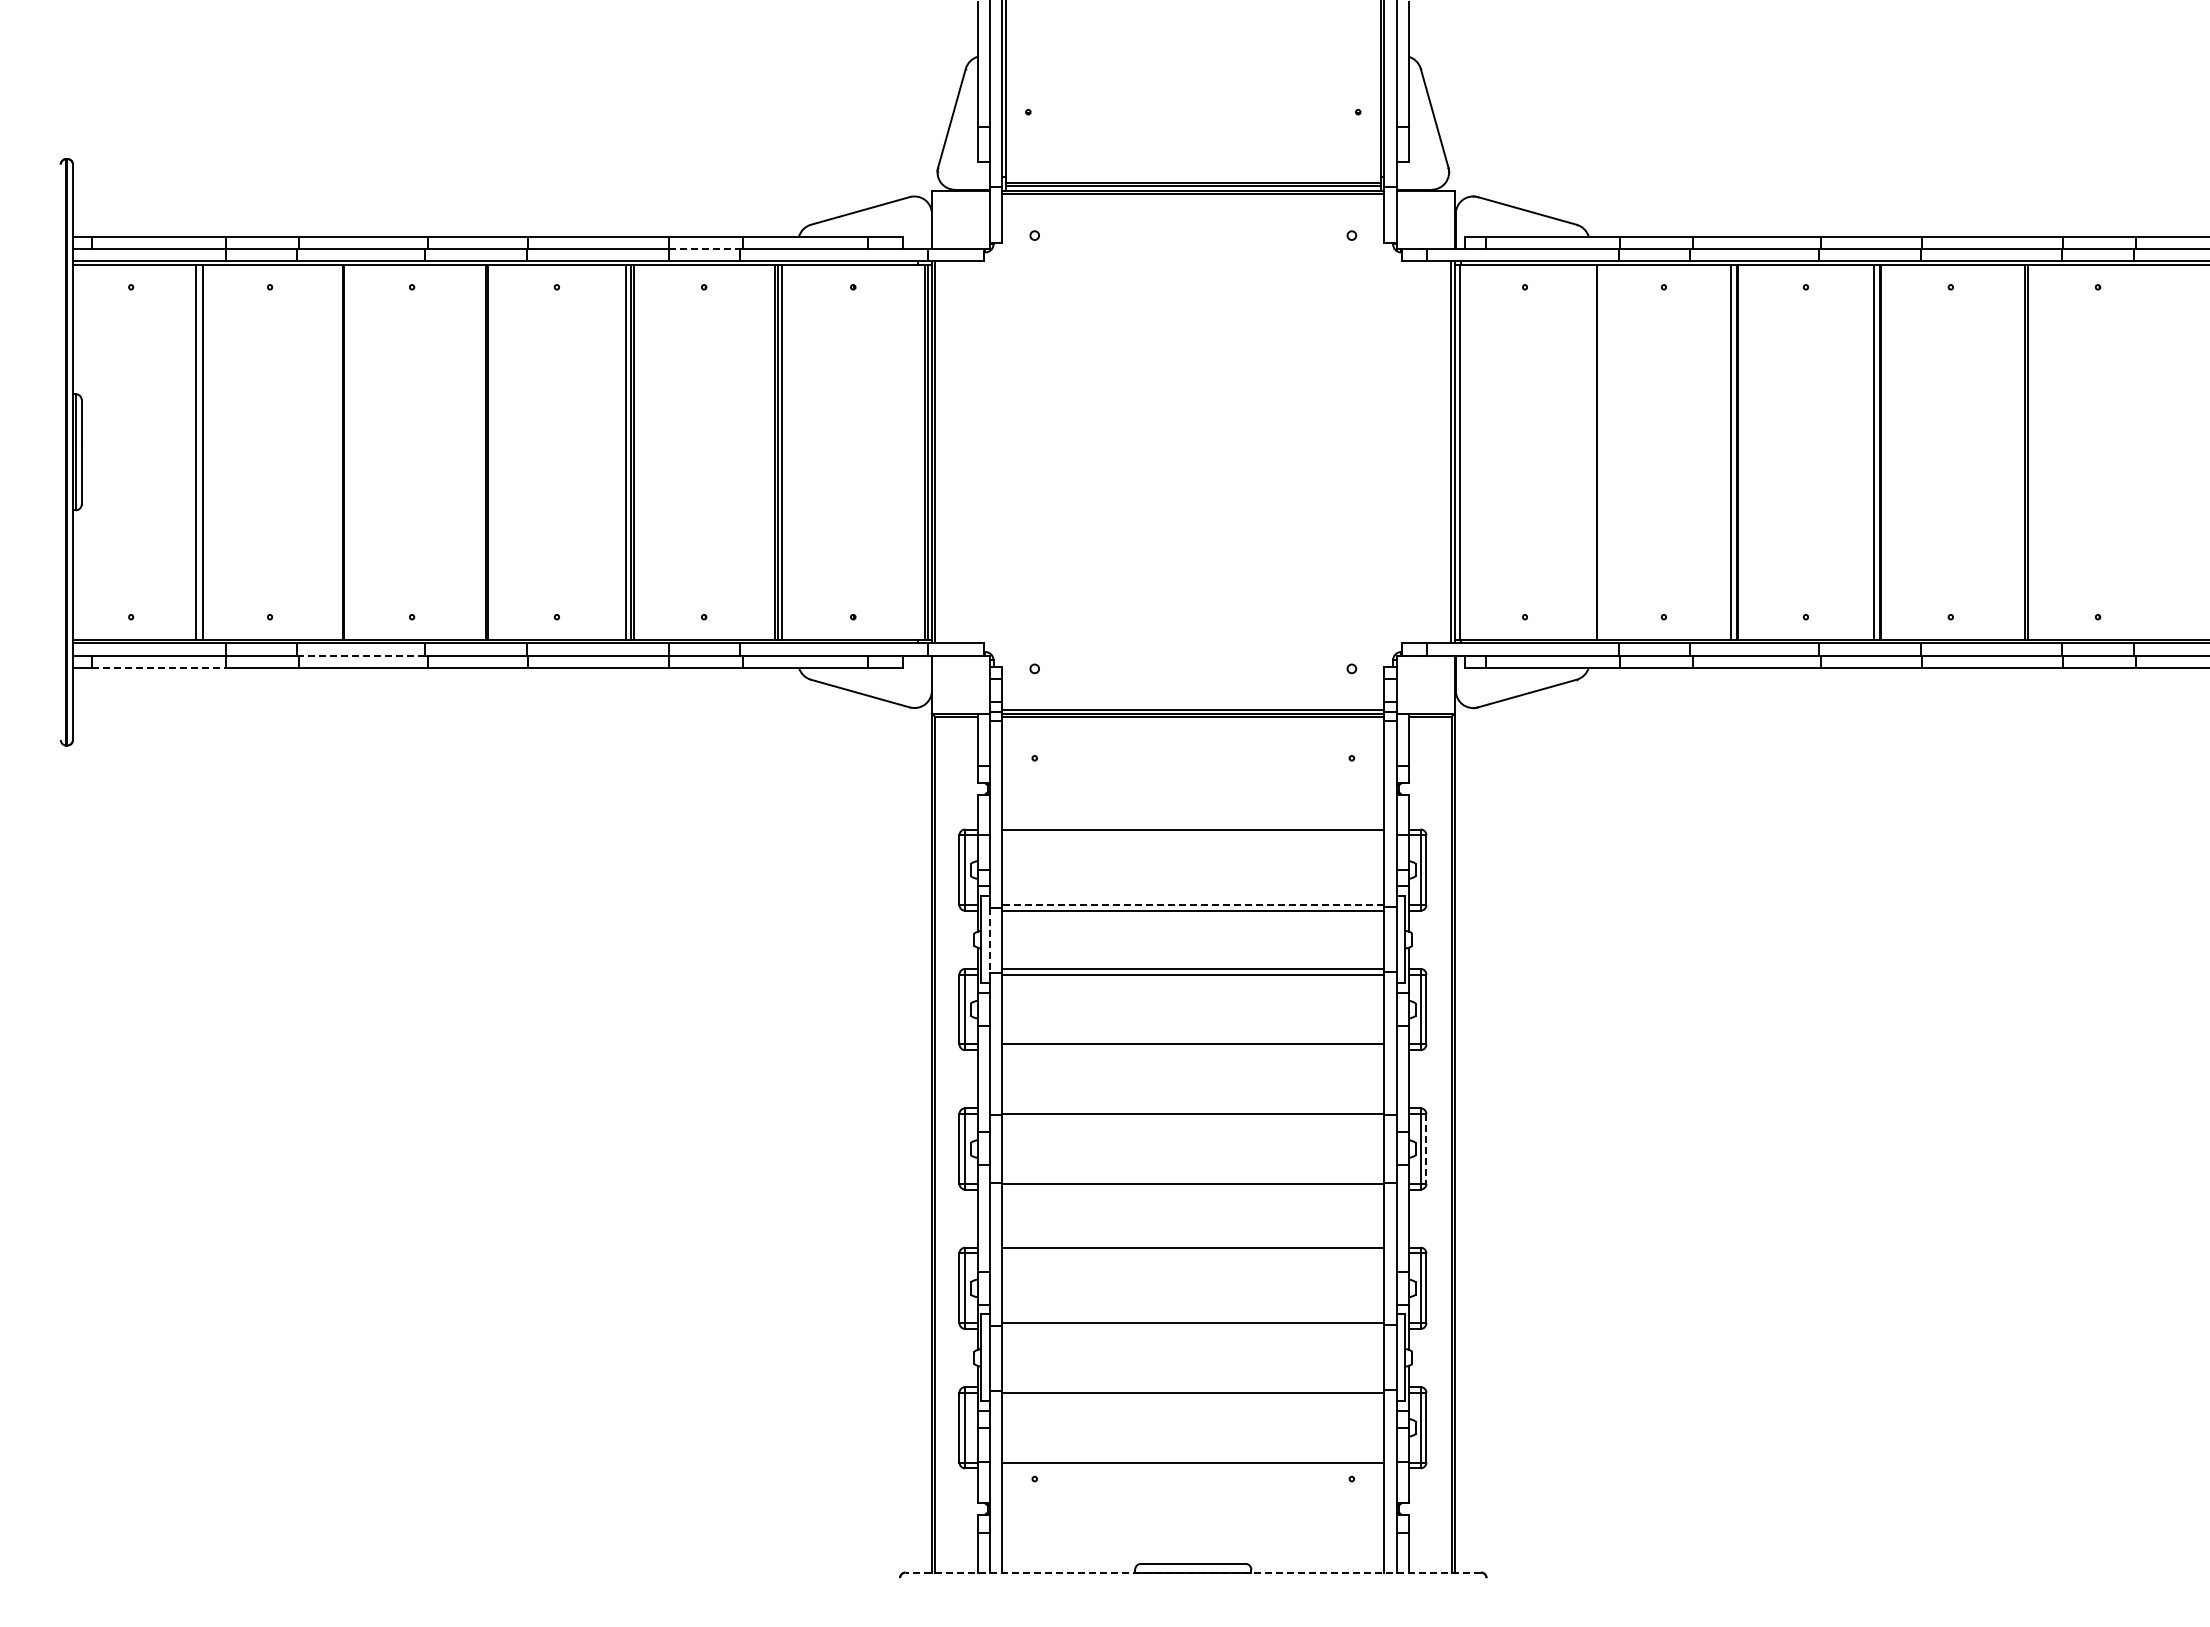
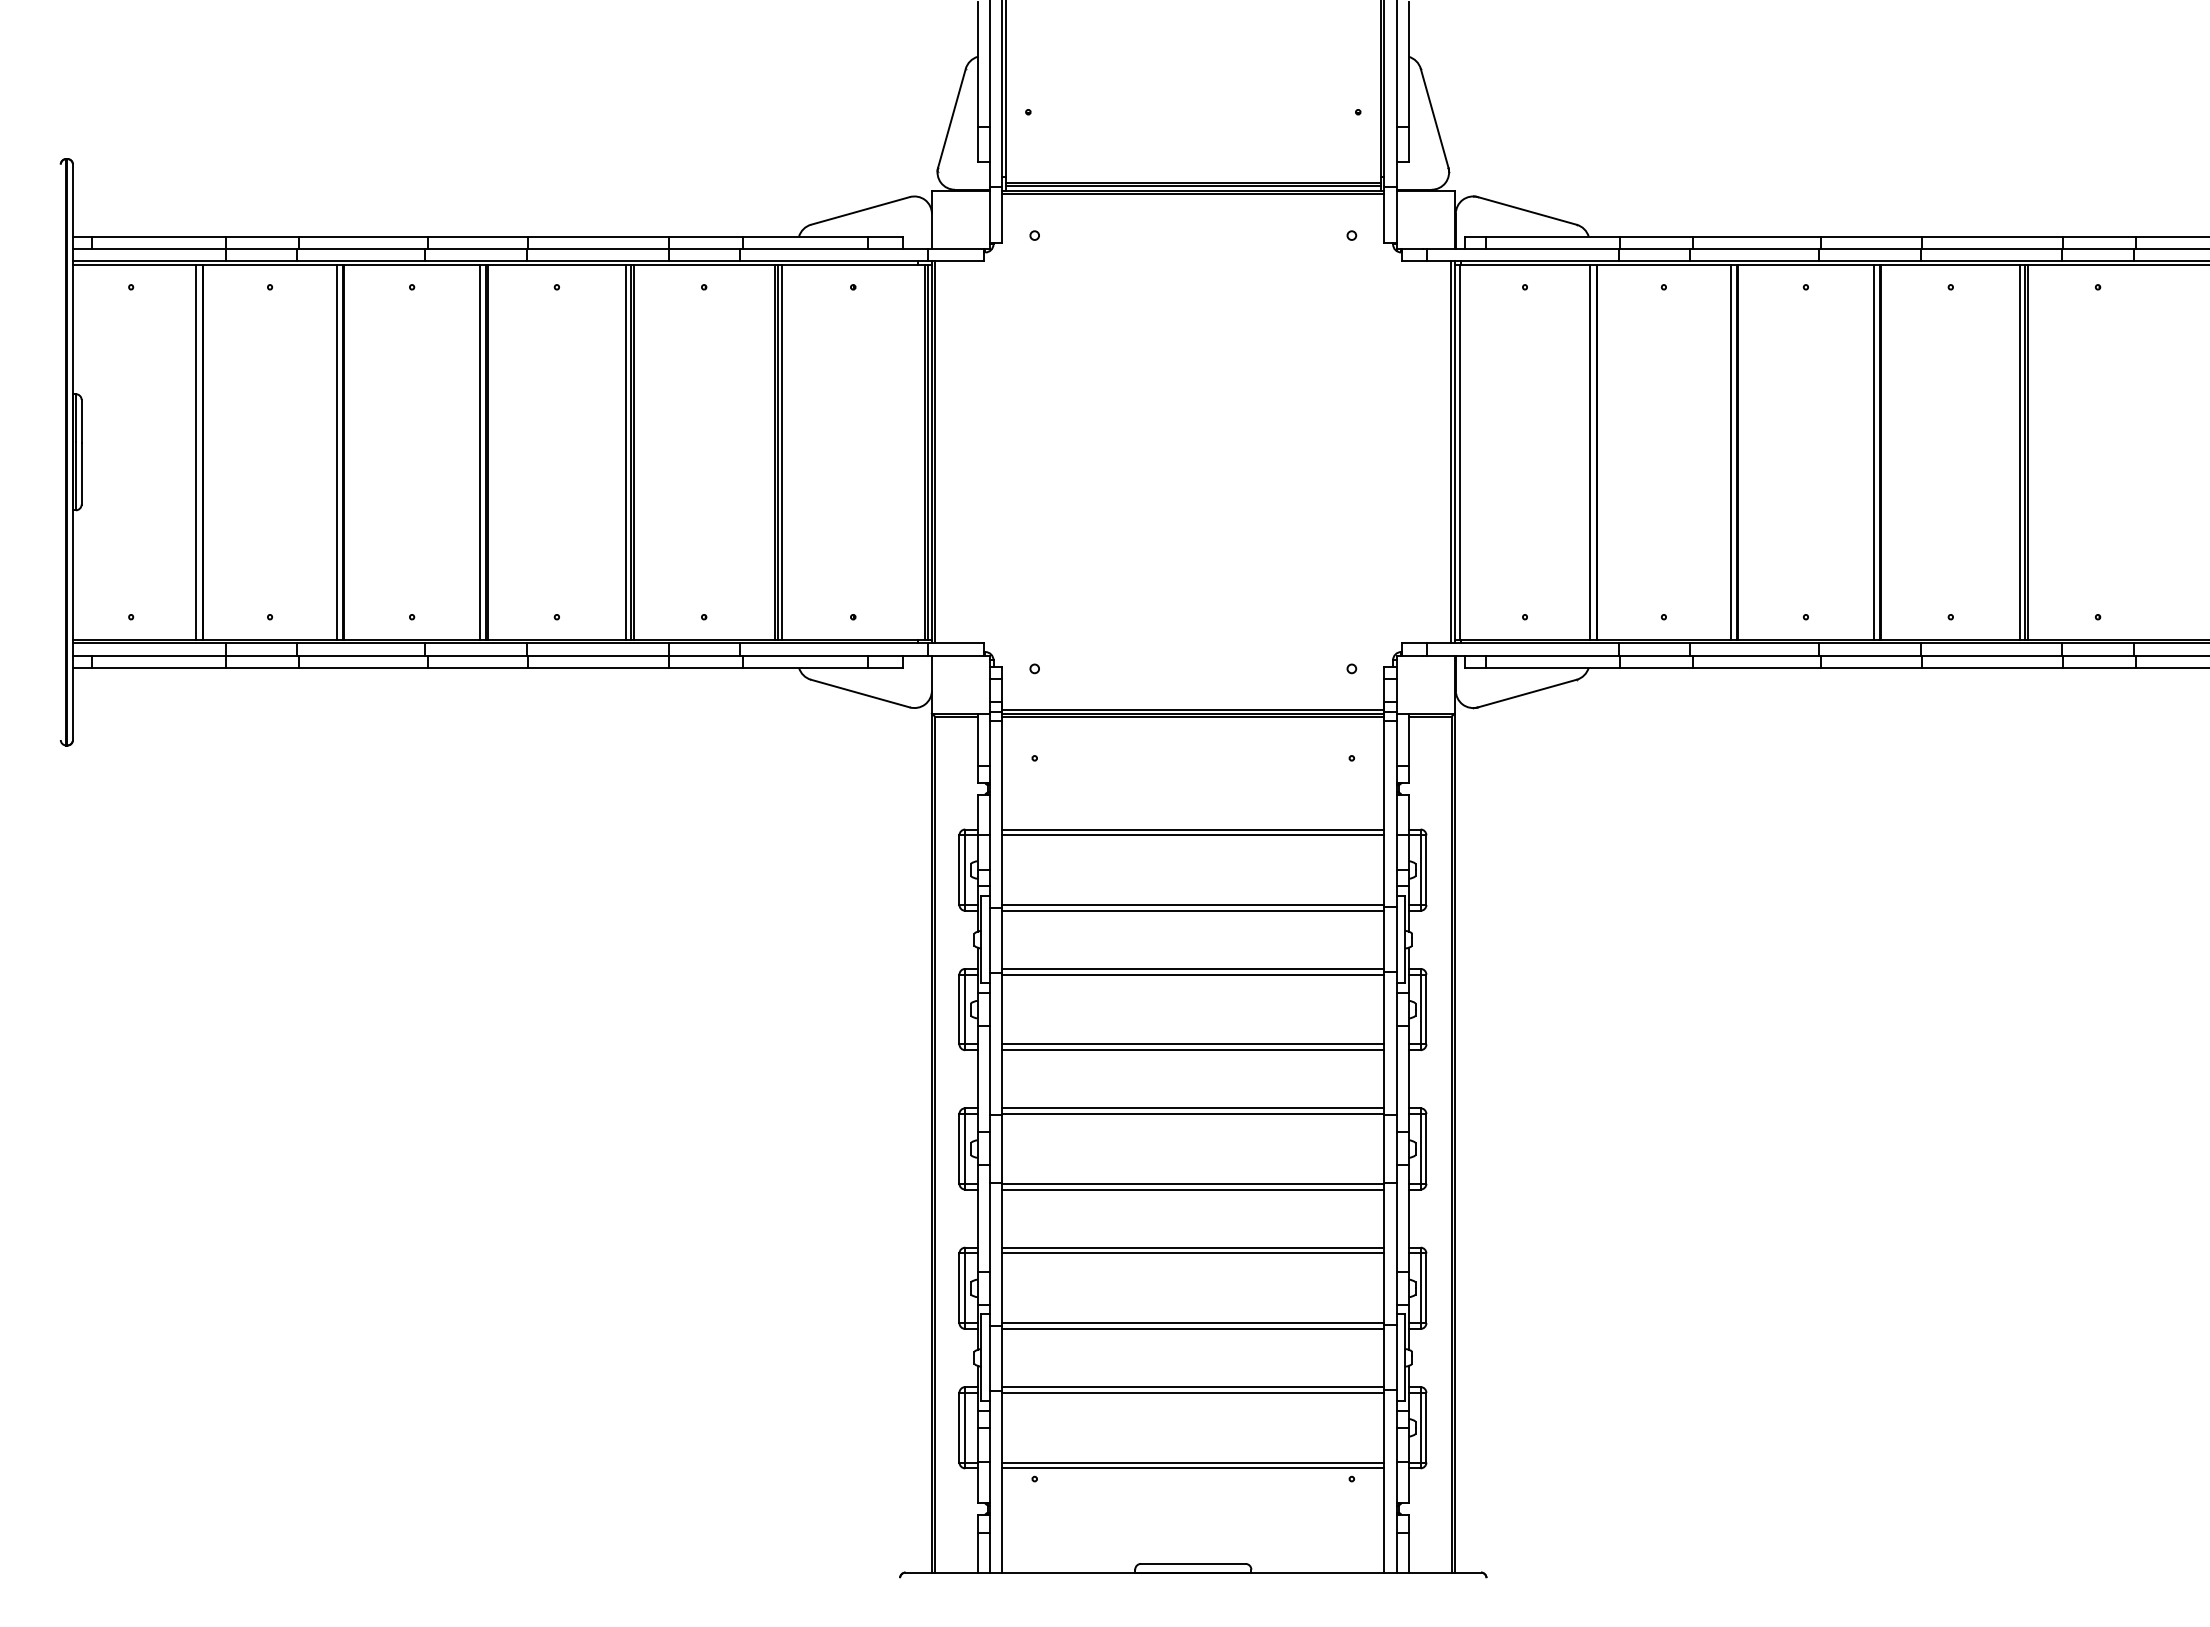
line at (704, 248): dashed -> solid
line at (336, 451): none -> present
line at (480, 451): none -> present
line at (1590, 451): none -> present
line at (2020, 451): none -> present
line at (360, 655): dashed -> solid
line at (159, 667): dashed -> solid
line at (1193, 835): none -> present
line at (1192, 905): dashed -> solid
line at (990, 941): dashed -> solid
line at (1193, 1050): none -> present
line at (1193, 1108): none -> present
line at (1426, 1148): dashed -> solid
line at (1193, 1189): none -> present
line at (1193, 1253): none -> present
line at (1193, 1328): none -> present
line at (1193, 1387): none -> present
line at (1193, 1468): none -> present
line at (1193, 1572): dashed -> solid
